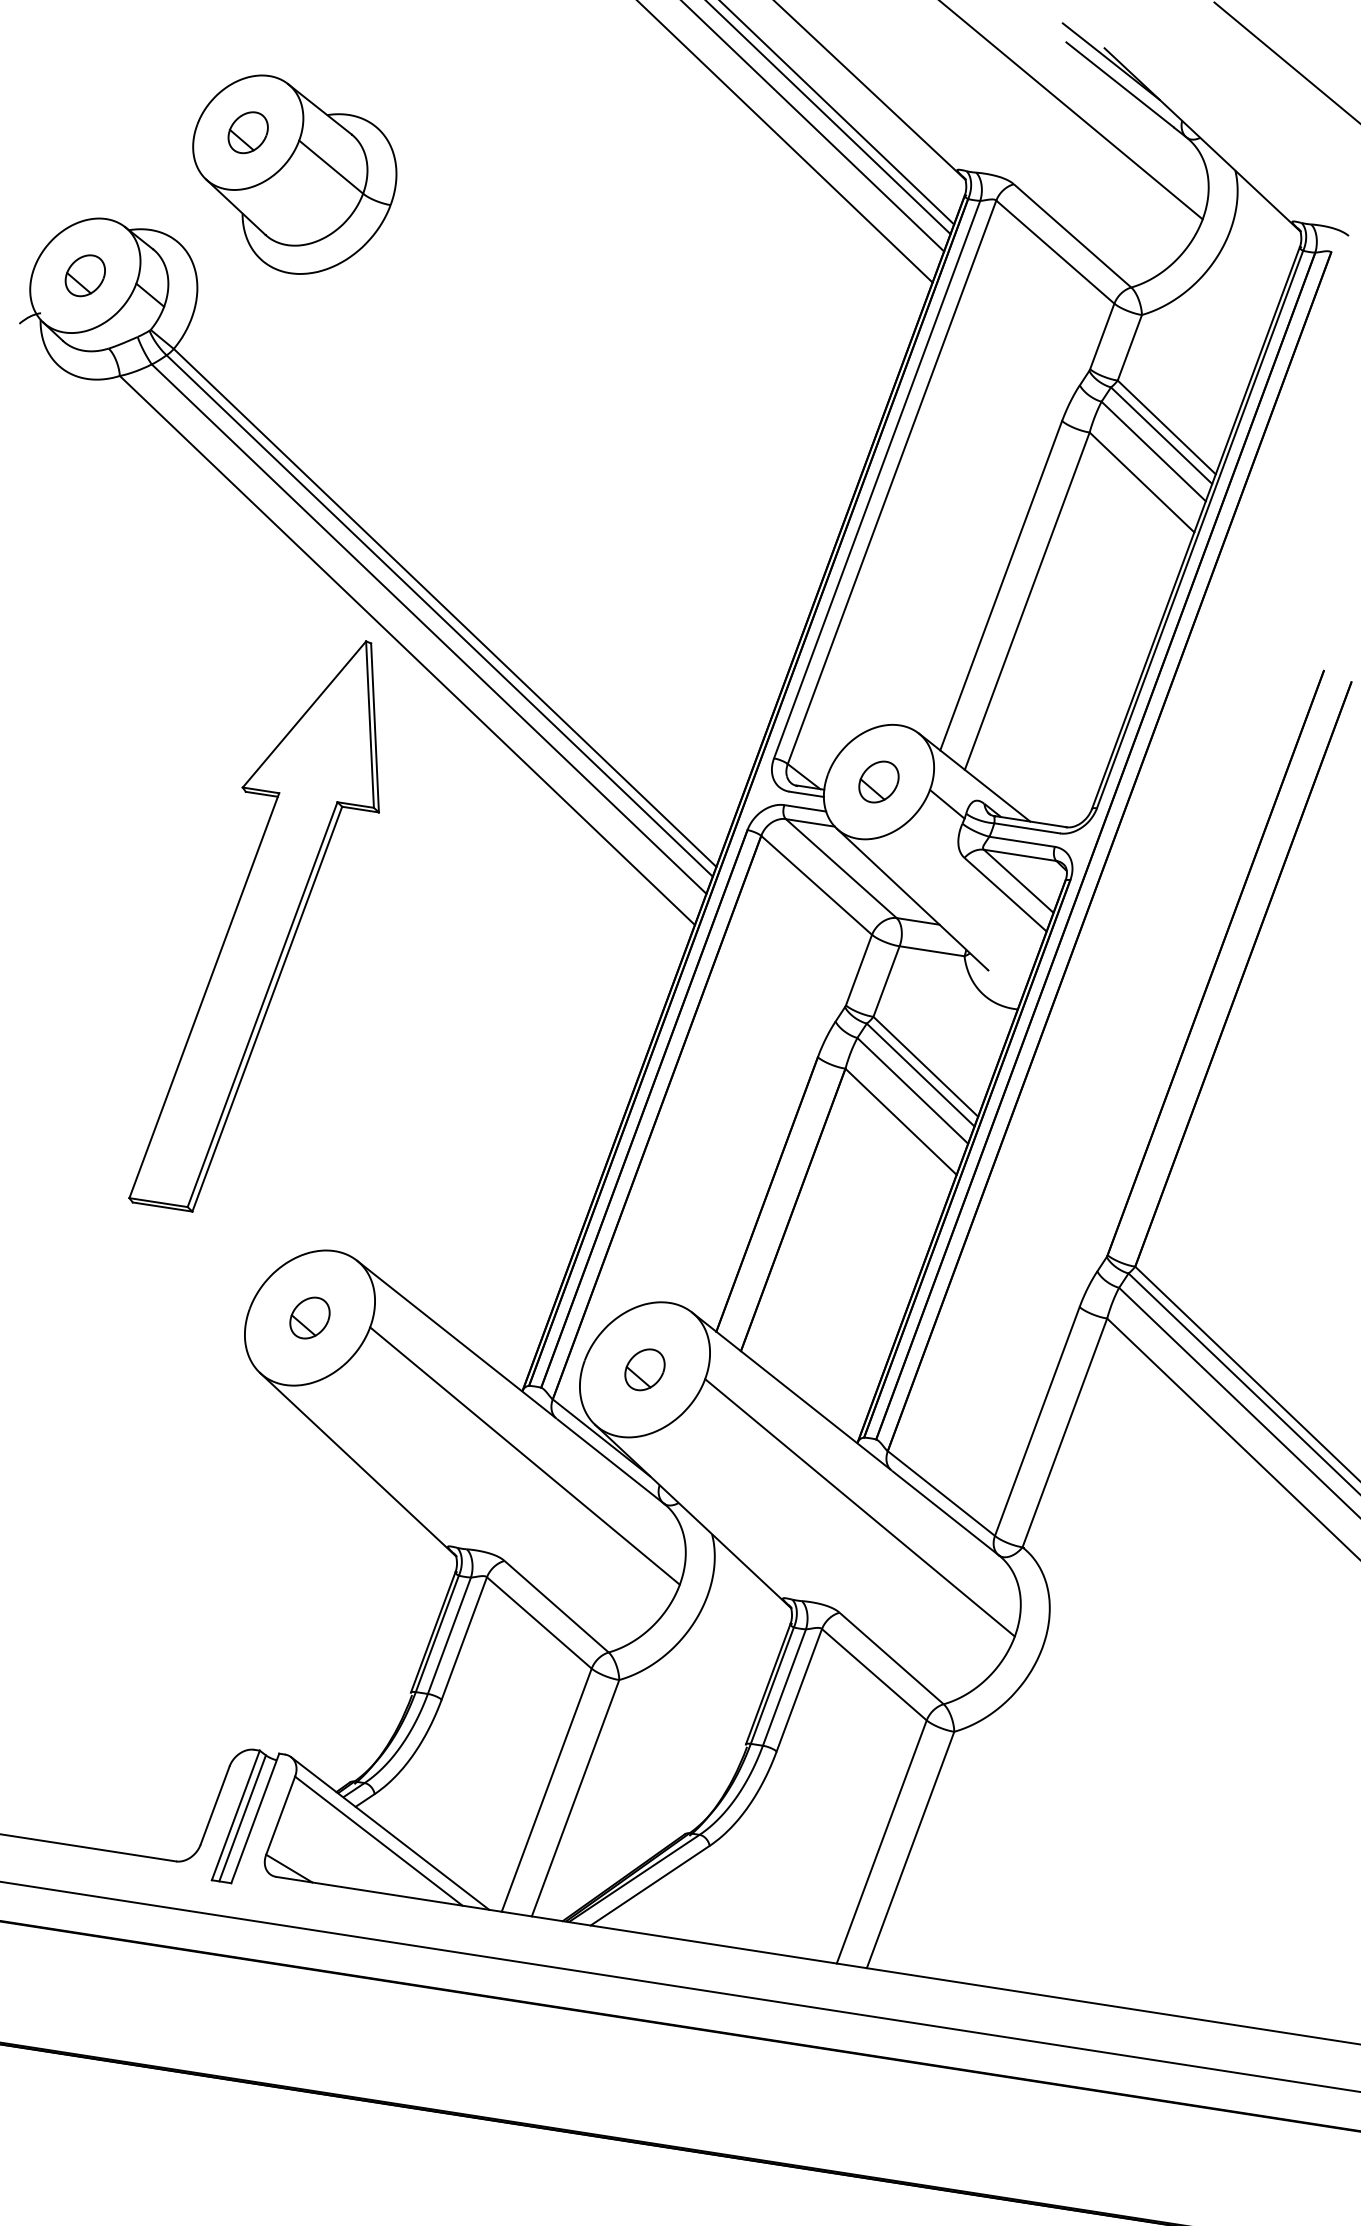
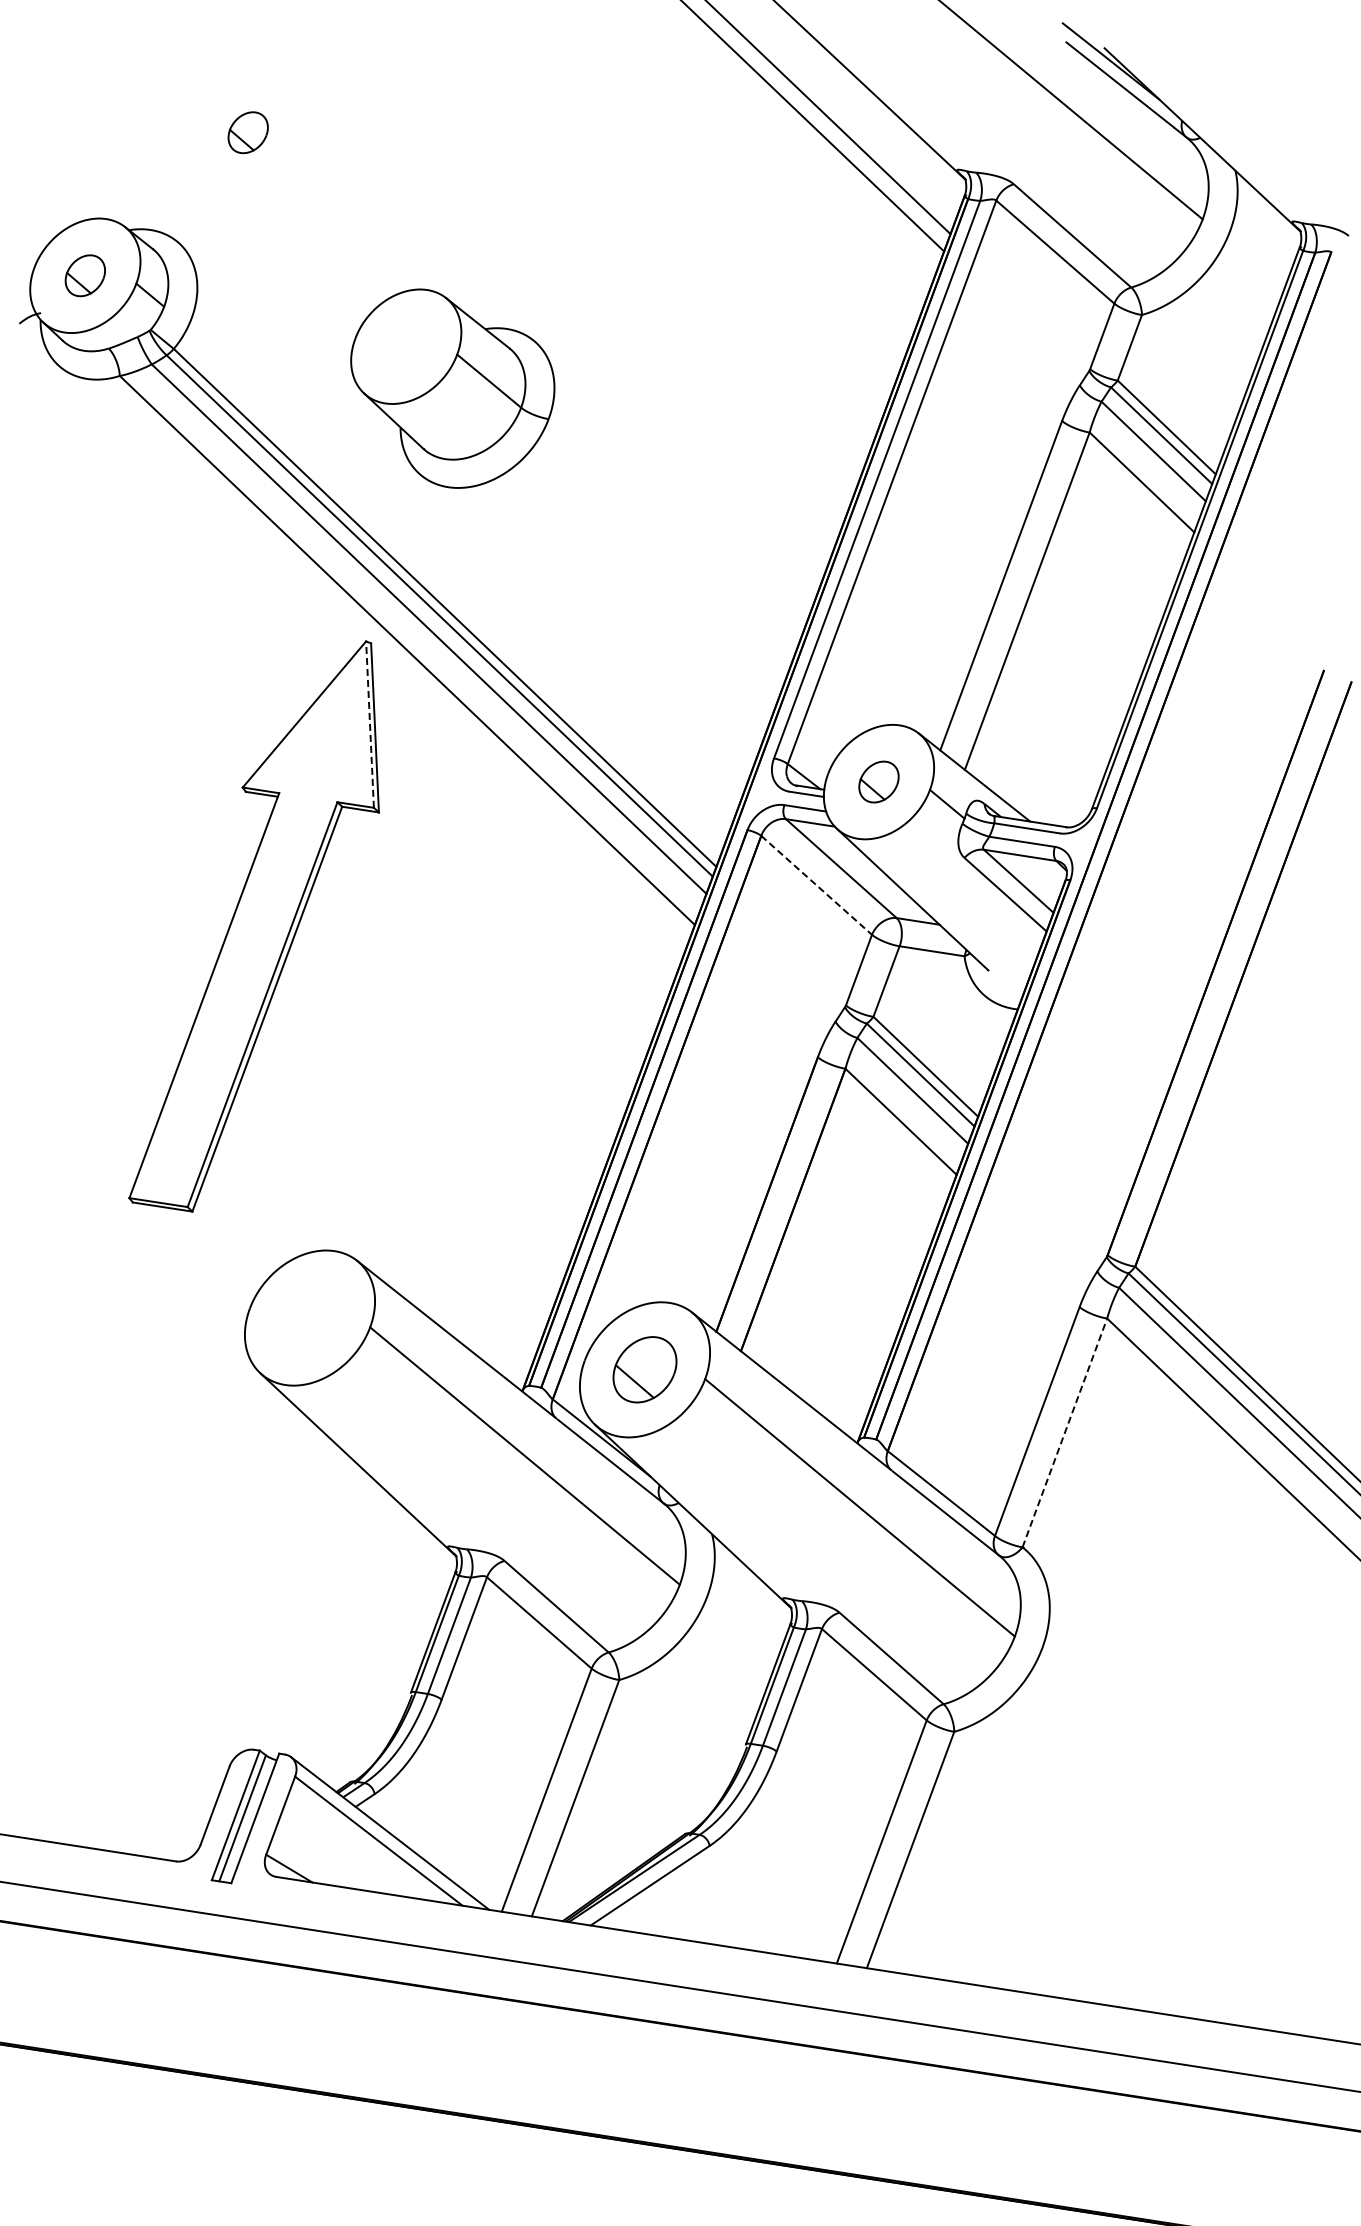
line at (1285, 61): present -> none
line at (837, 113): present -> none
line at (785, 142): present -> none
part at (294, 174) position: (294, 174) -> (452, 388)
line at (370, 724): solid -> dashed
line at (817, 885): solid -> dashed
part at (309, 1317): present -> none
part at (644, 1369) size: 42x44 px -> 66x68 px
line at (1064, 1432): solid -> dashed
